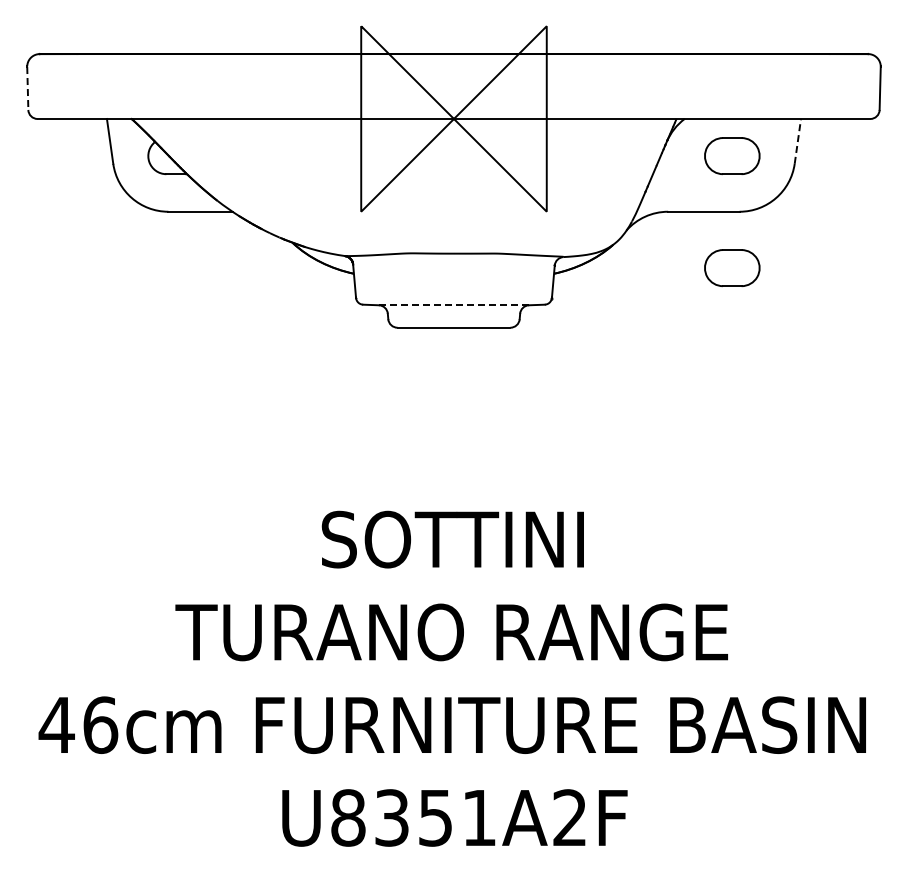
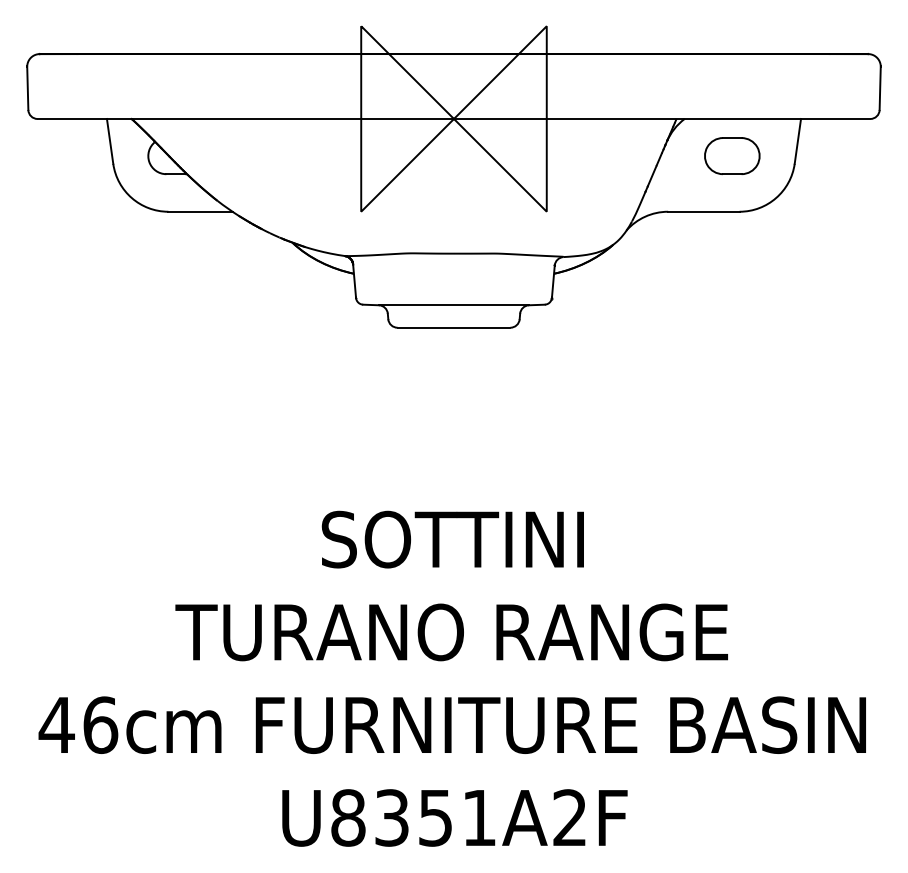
line at (27, 88): dashed -> solid
line at (797, 141): dashed -> solid
part at (732, 267): present -> none
line at (454, 305): dashed -> solid
